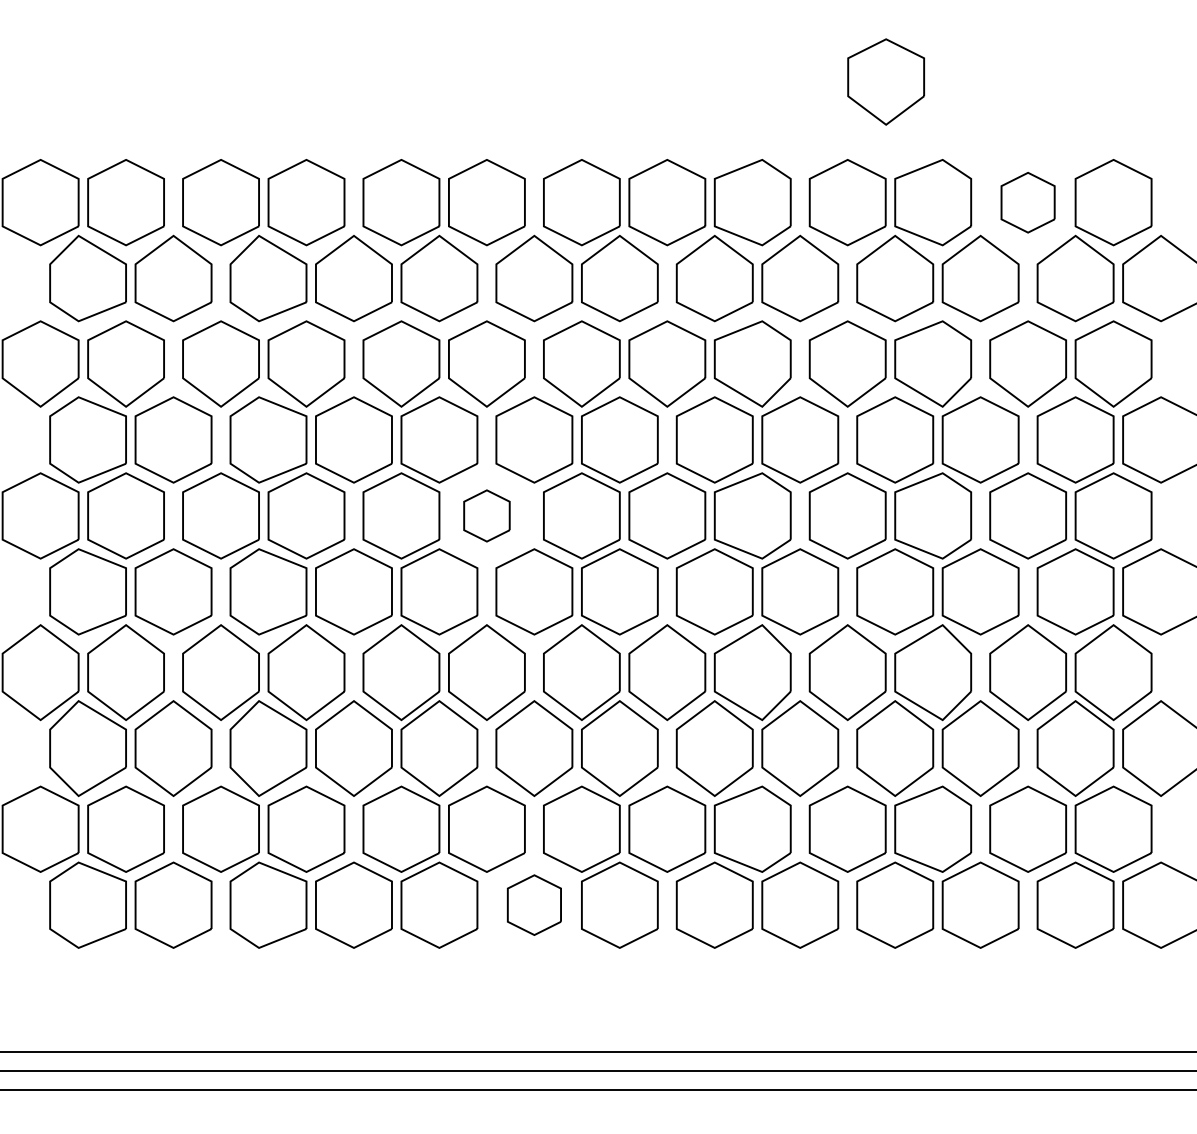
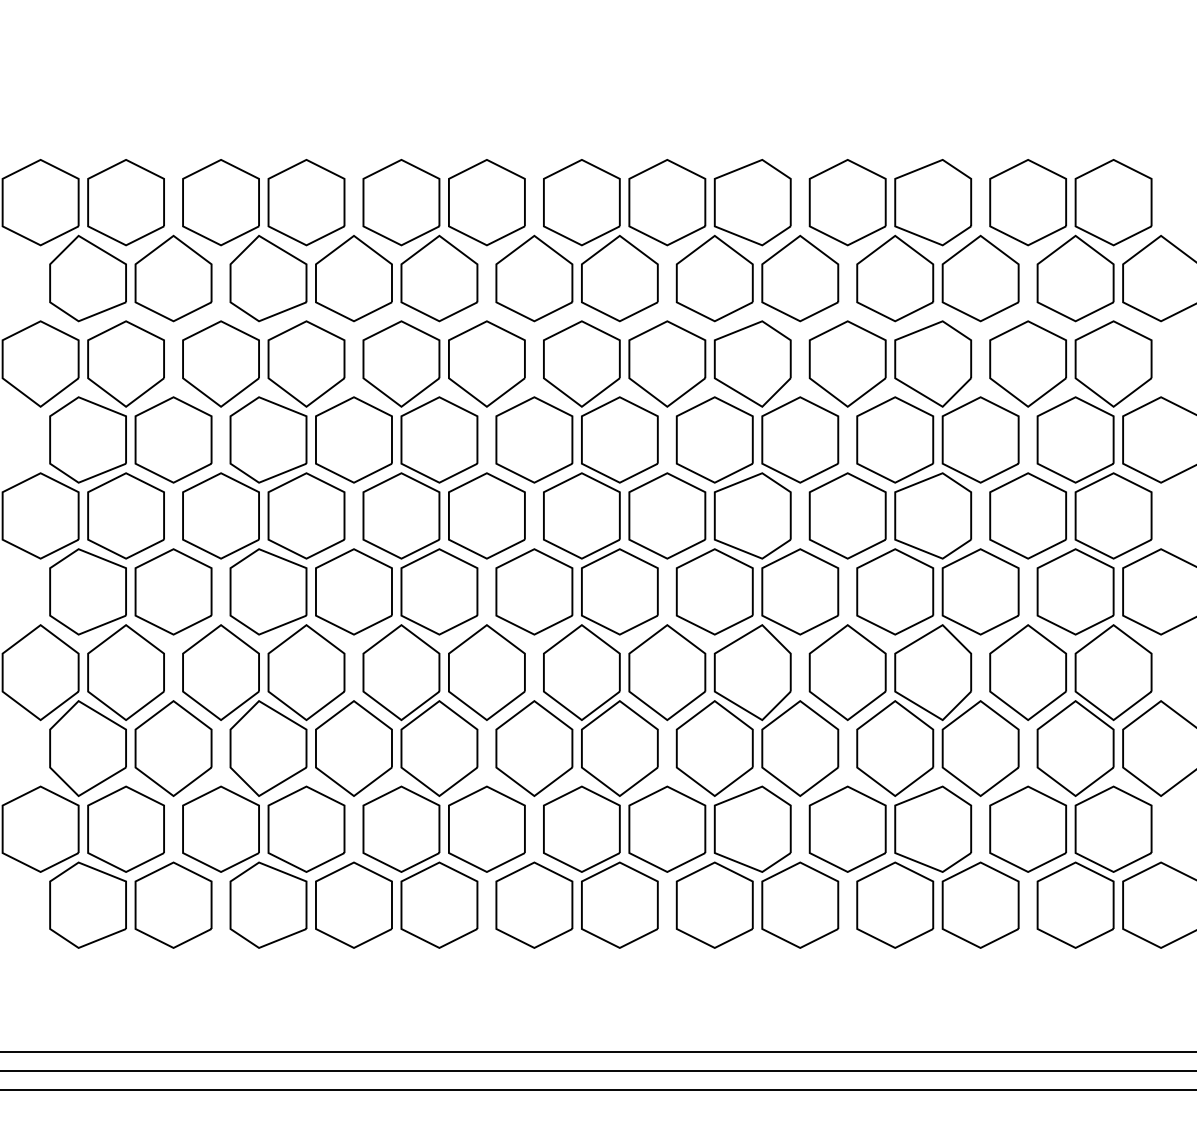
part at (885, 81): present -> none
part at (1027, 202) size: 56x62 px -> 78x88 px
part at (486, 515) size: 48x54 px -> 78x88 px
part at (533, 904) size: 56x62 px -> 79x88 px
